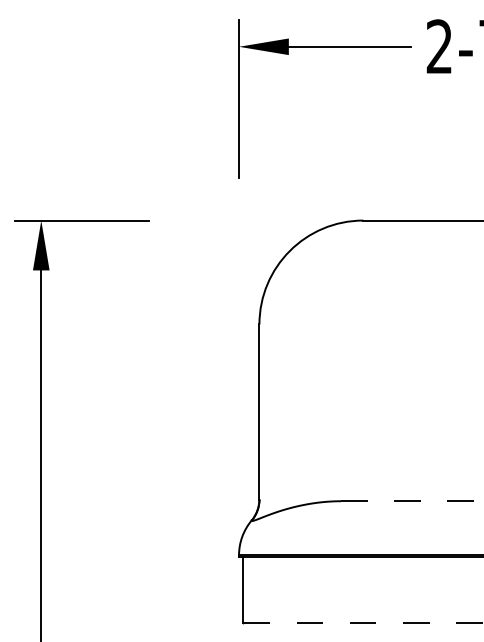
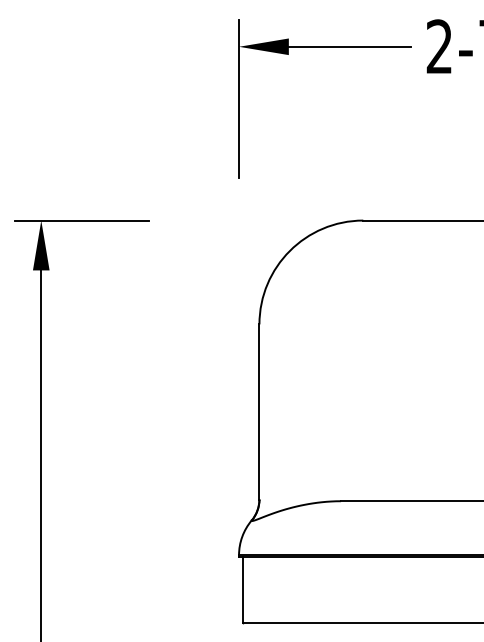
line at (412, 501): dashed -> solid
line at (363, 622): dashed -> solid
